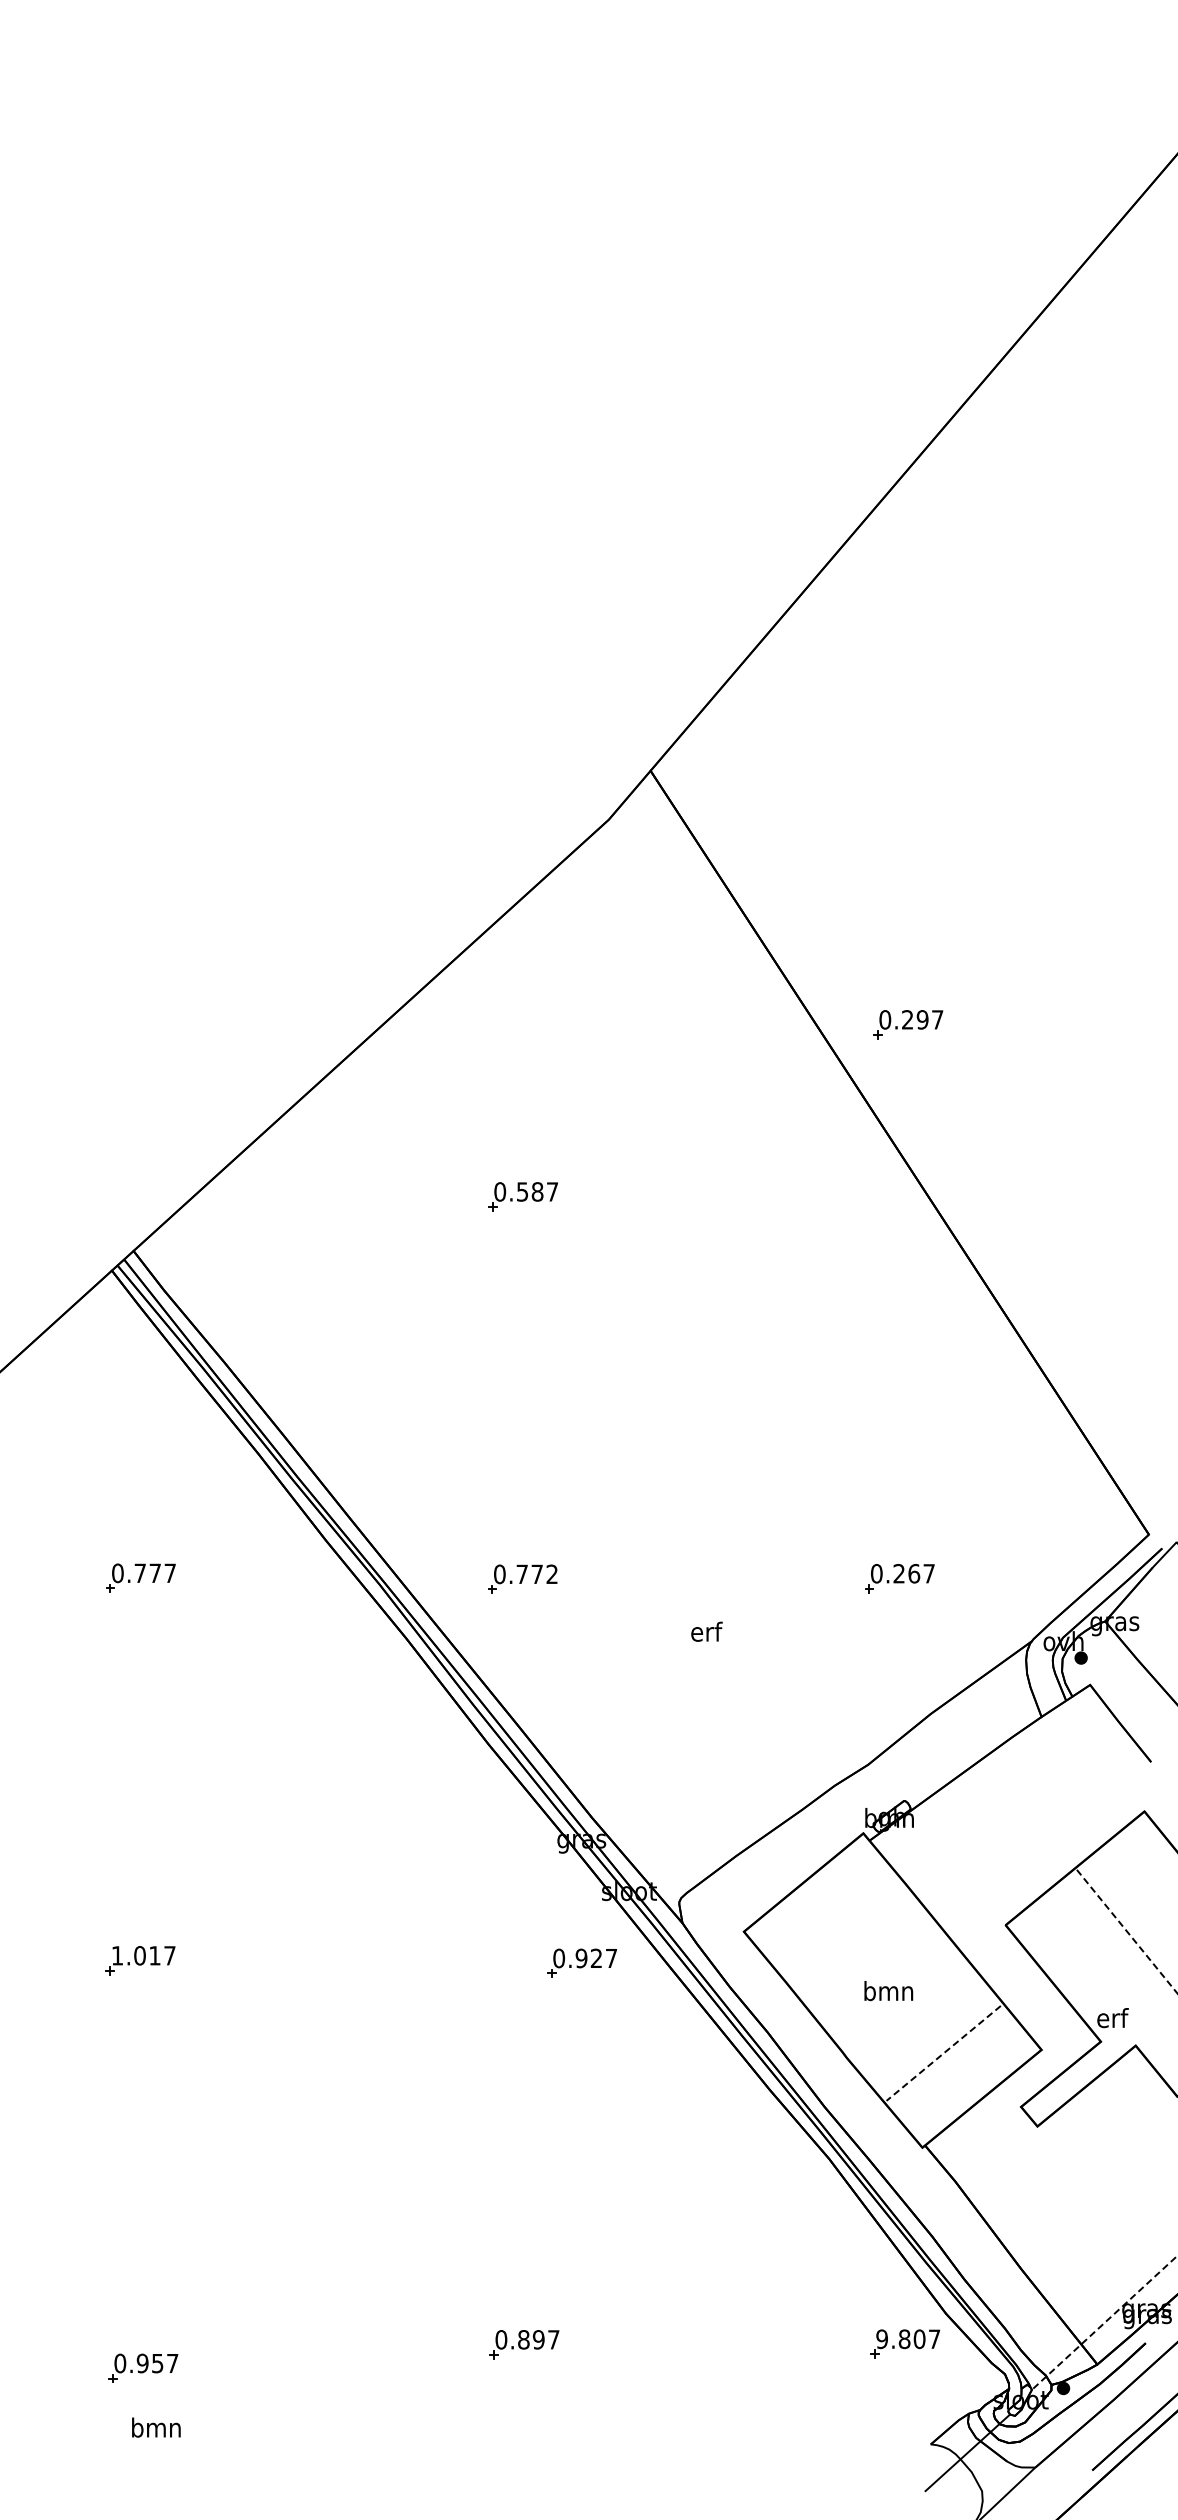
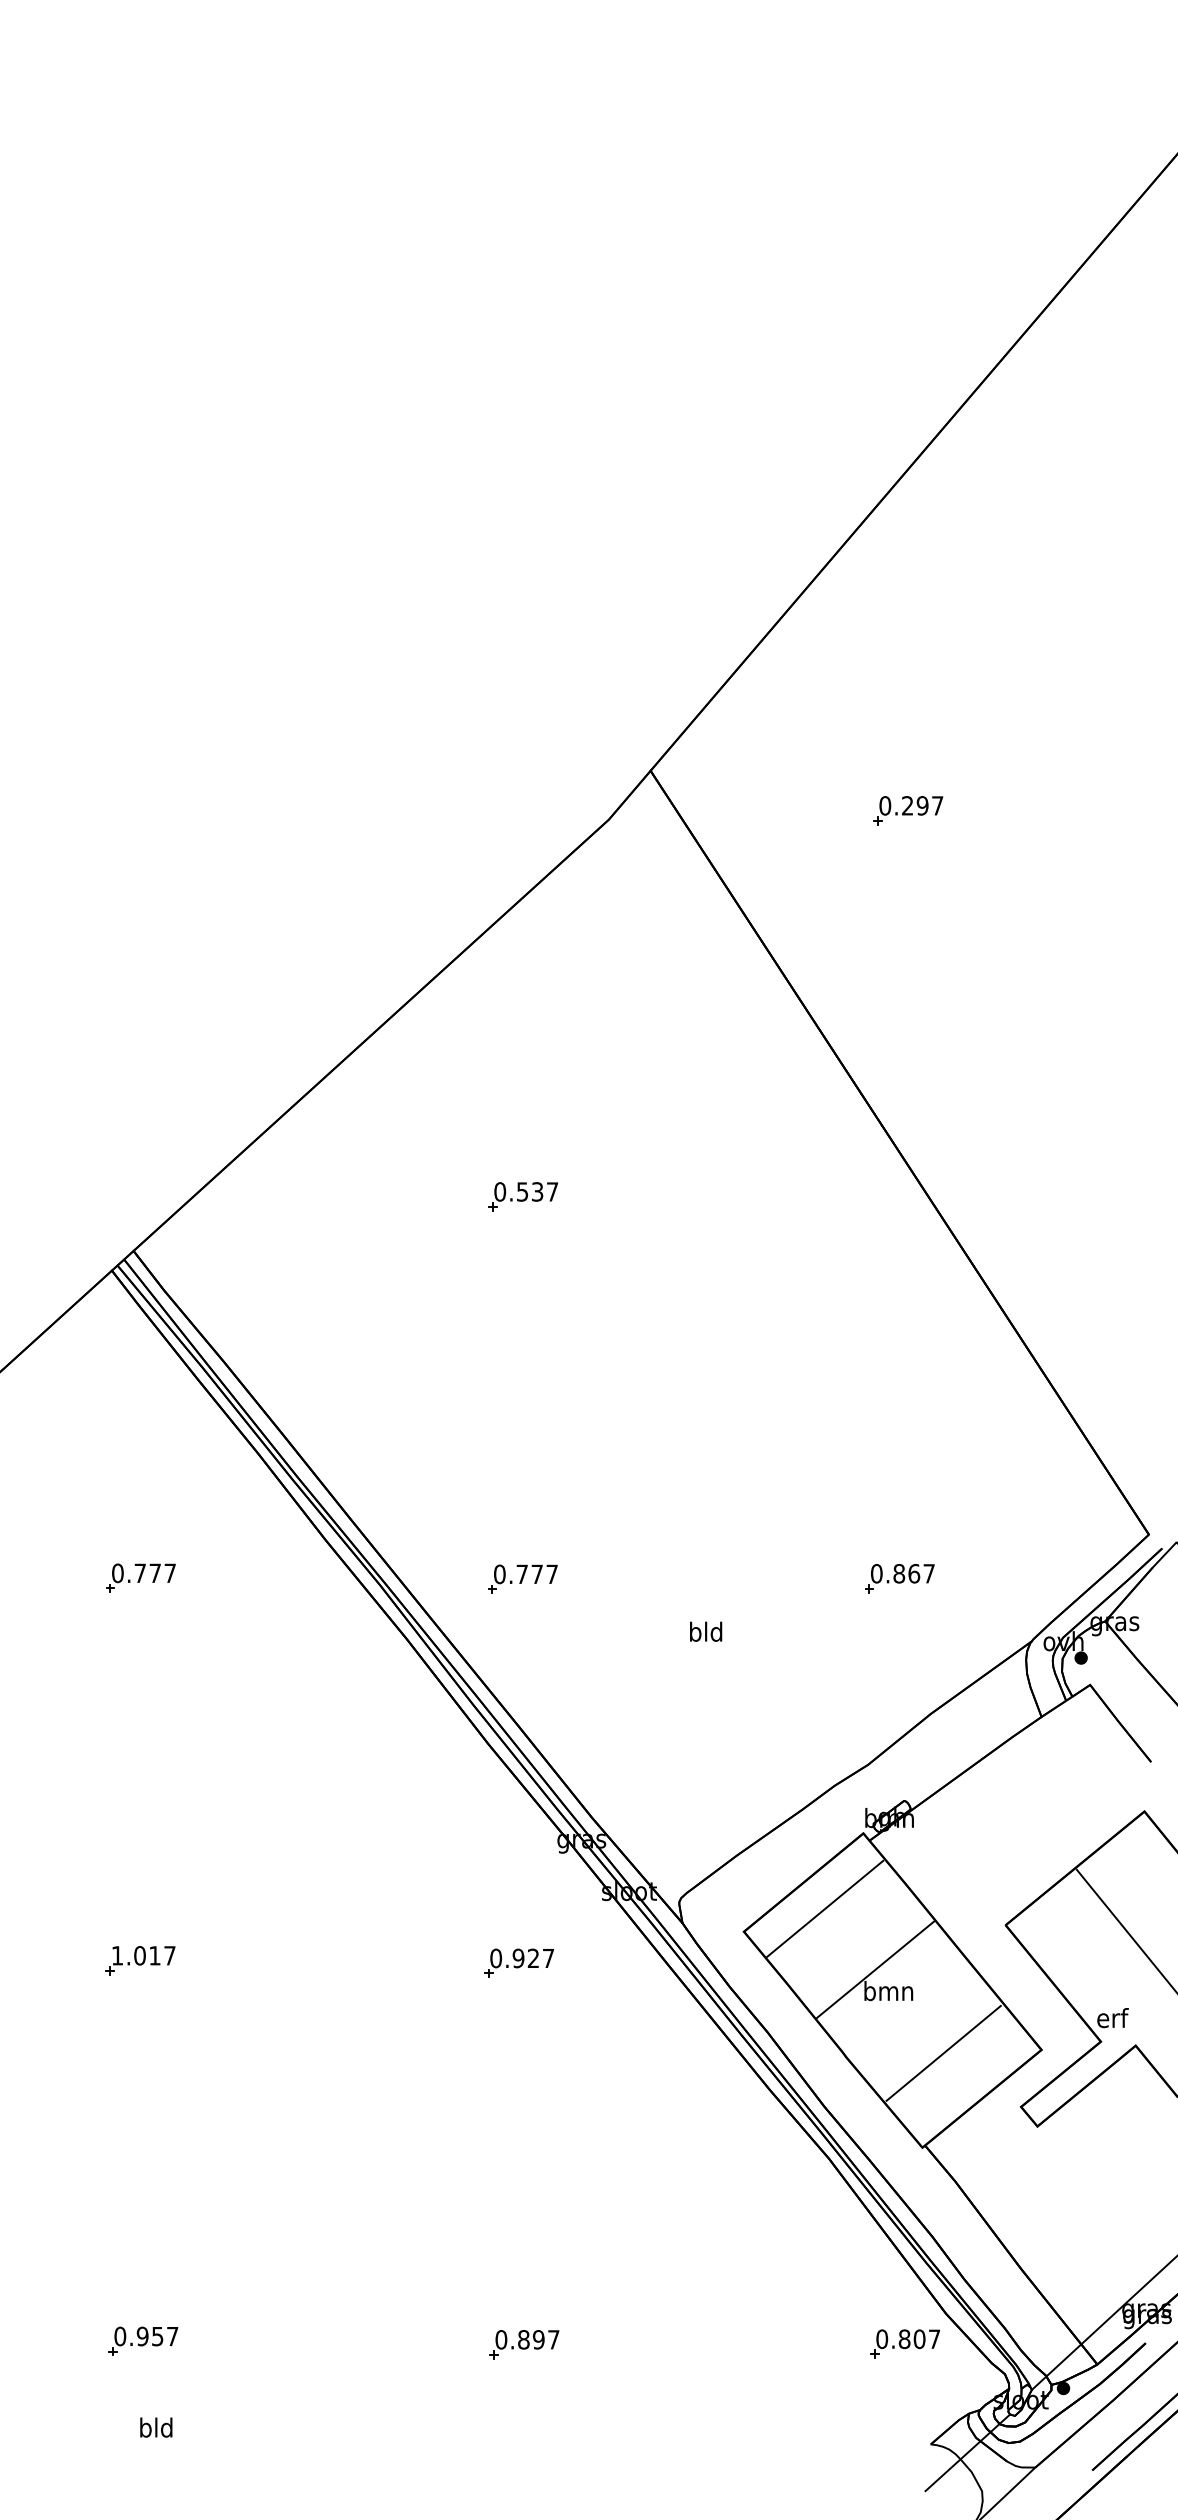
part at (908, 1024) position: (908, 1024) -> (908, 810)
text at (537, 1191): 0.587 -> 0.537
text at (551, 1573): 0.772 -> 0.777
text at (899, 1573): 0.267 -> 0.867
text at (706, 1631): erf -> bld
line at (825, 1908): none -> present
line at (1127, 1931): dashed -> solid
part at (581, 1962) position: (581, 1962) -> (518, 1962)
line at (875, 1969): none -> present
line at (943, 2053): dashed -> solid
line at (1104, 2322): dashed -> solid
text at (882, 2339): 9.807 -> 0.807
part at (143, 2367) position: (143, 2367) -> (143, 2340)
text at (156, 2427): bmn -> bld
